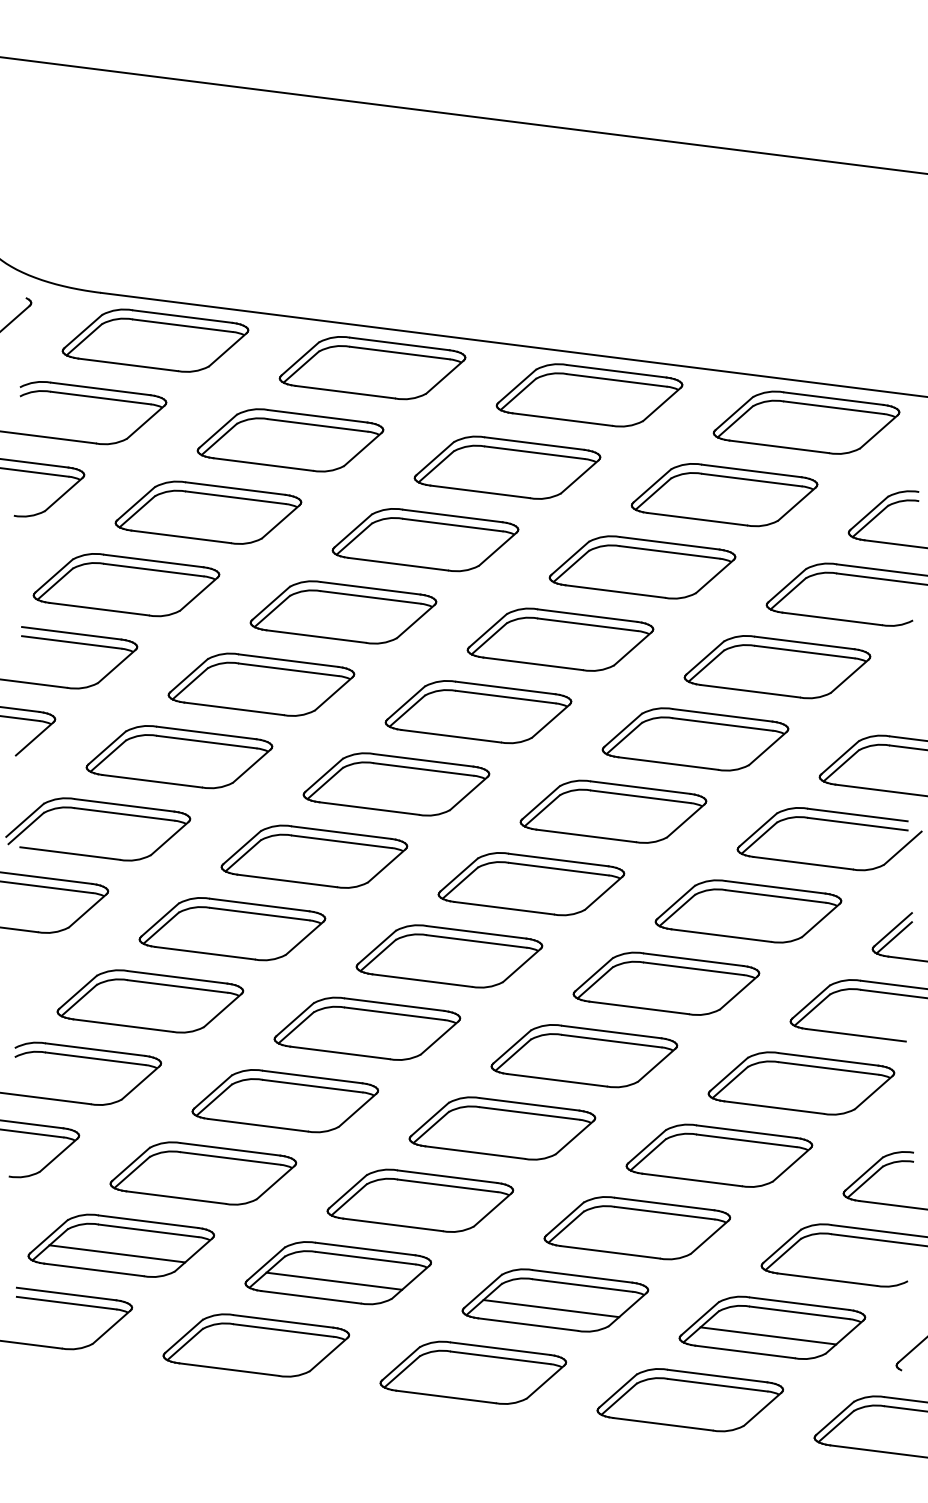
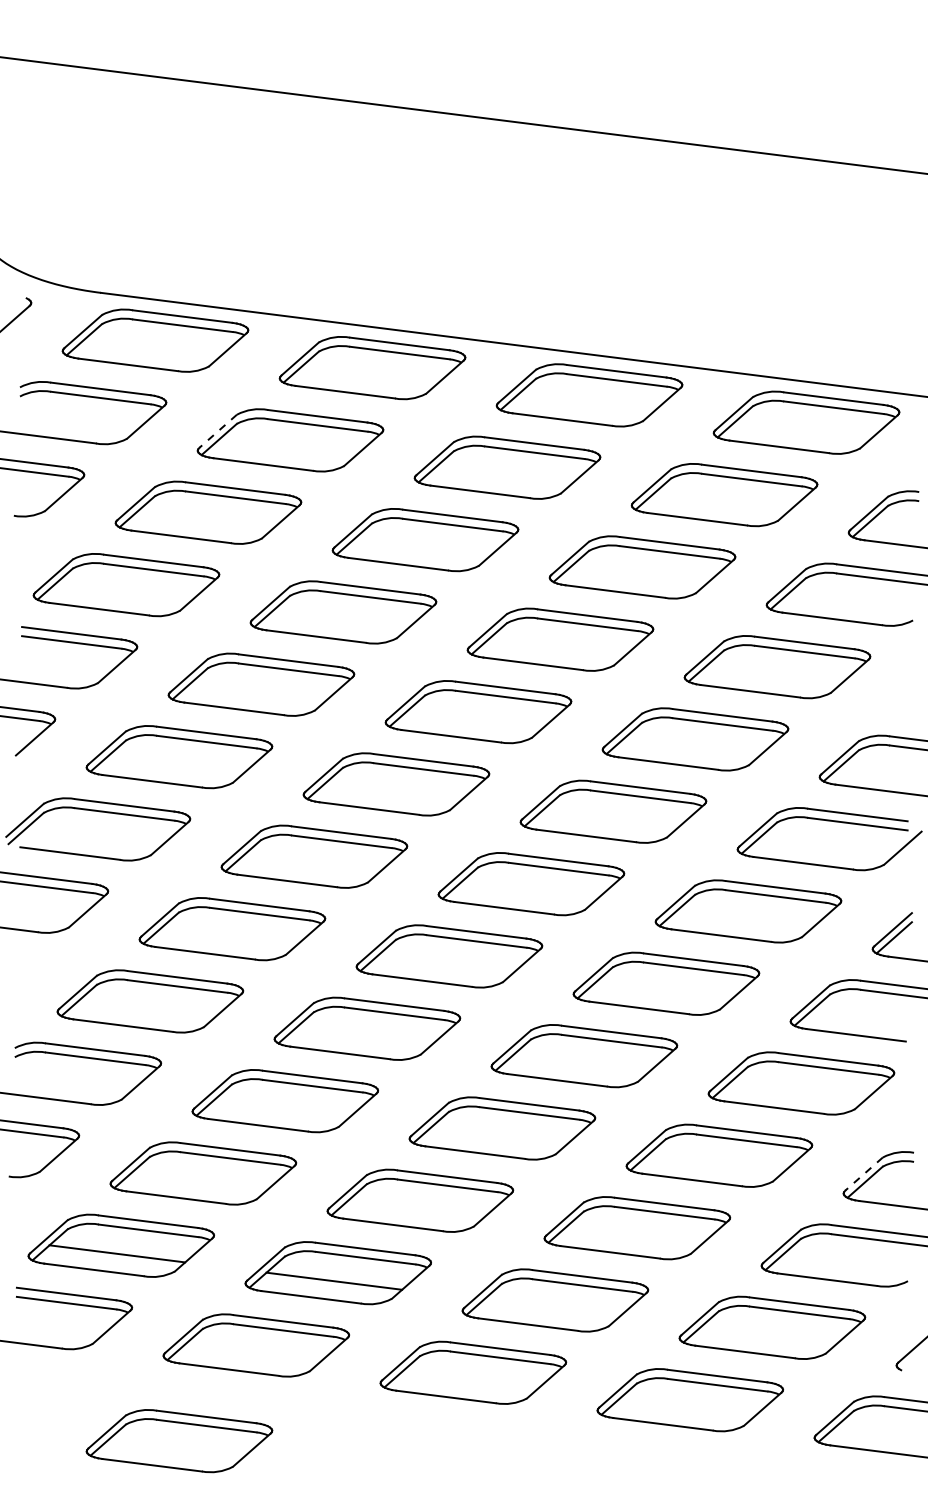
line at (217, 431): solid -> dashed
line at (863, 1174): solid -> dashed
line at (551, 1308): present -> none
line at (768, 1335): present -> none
part at (179, 1441): none -> present
